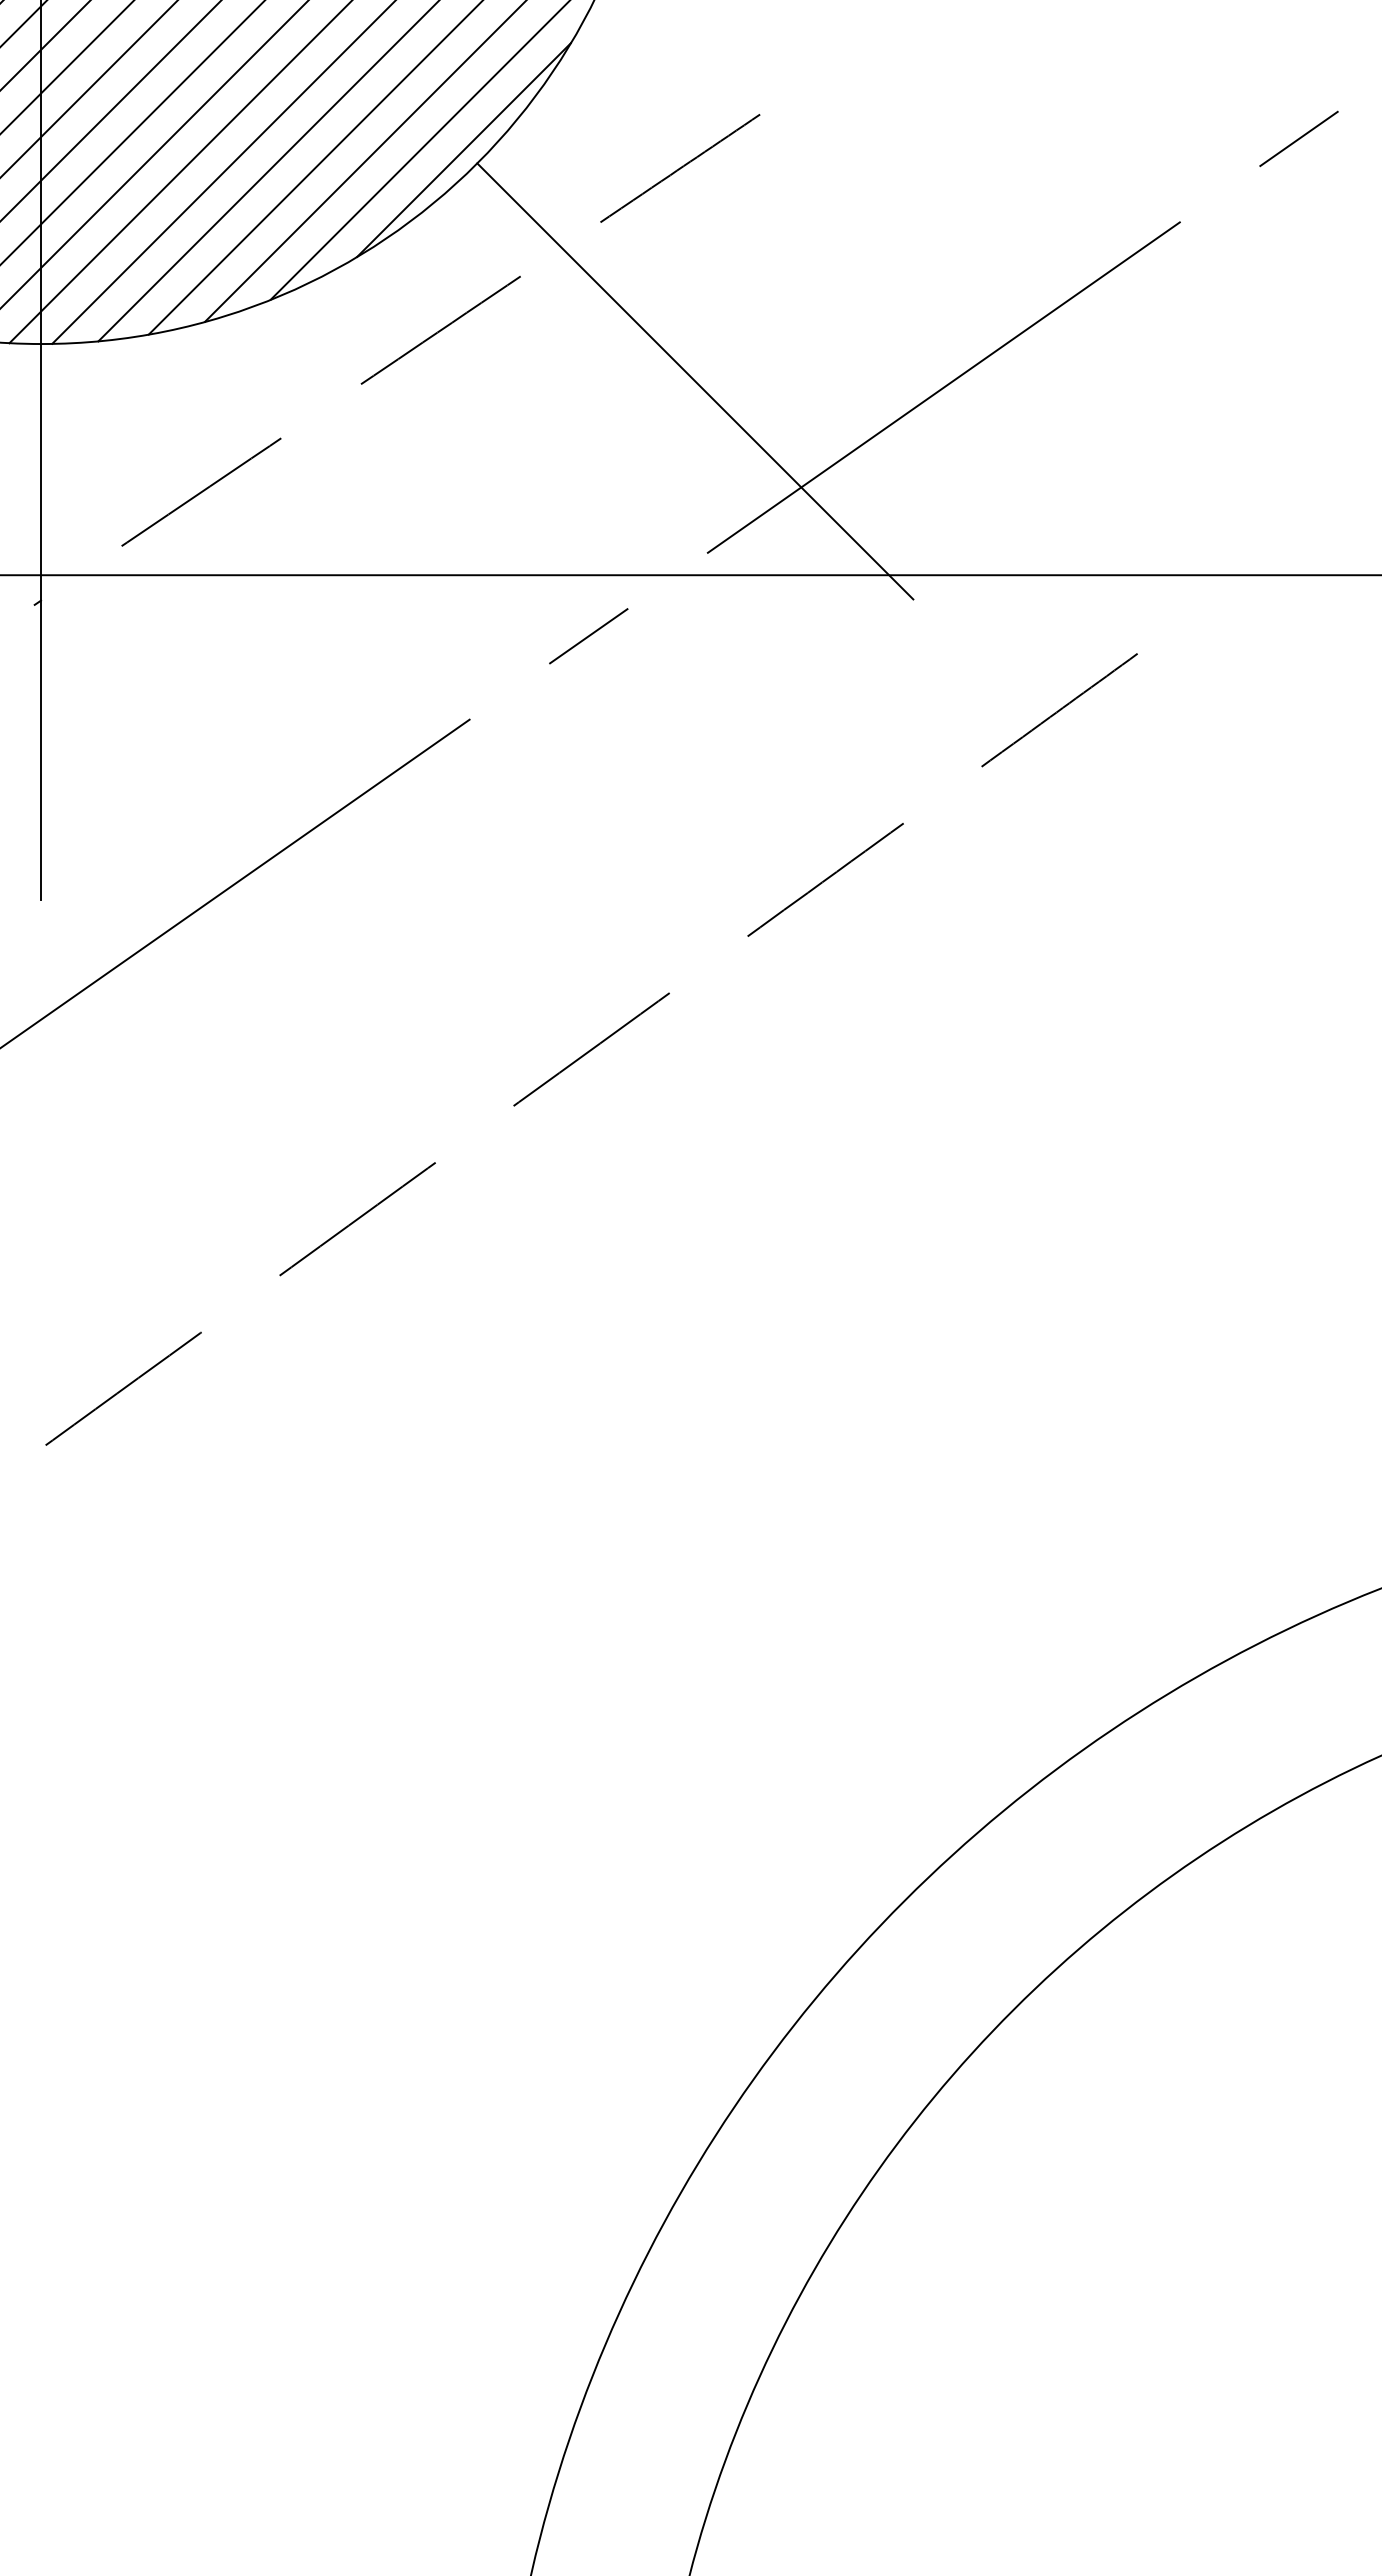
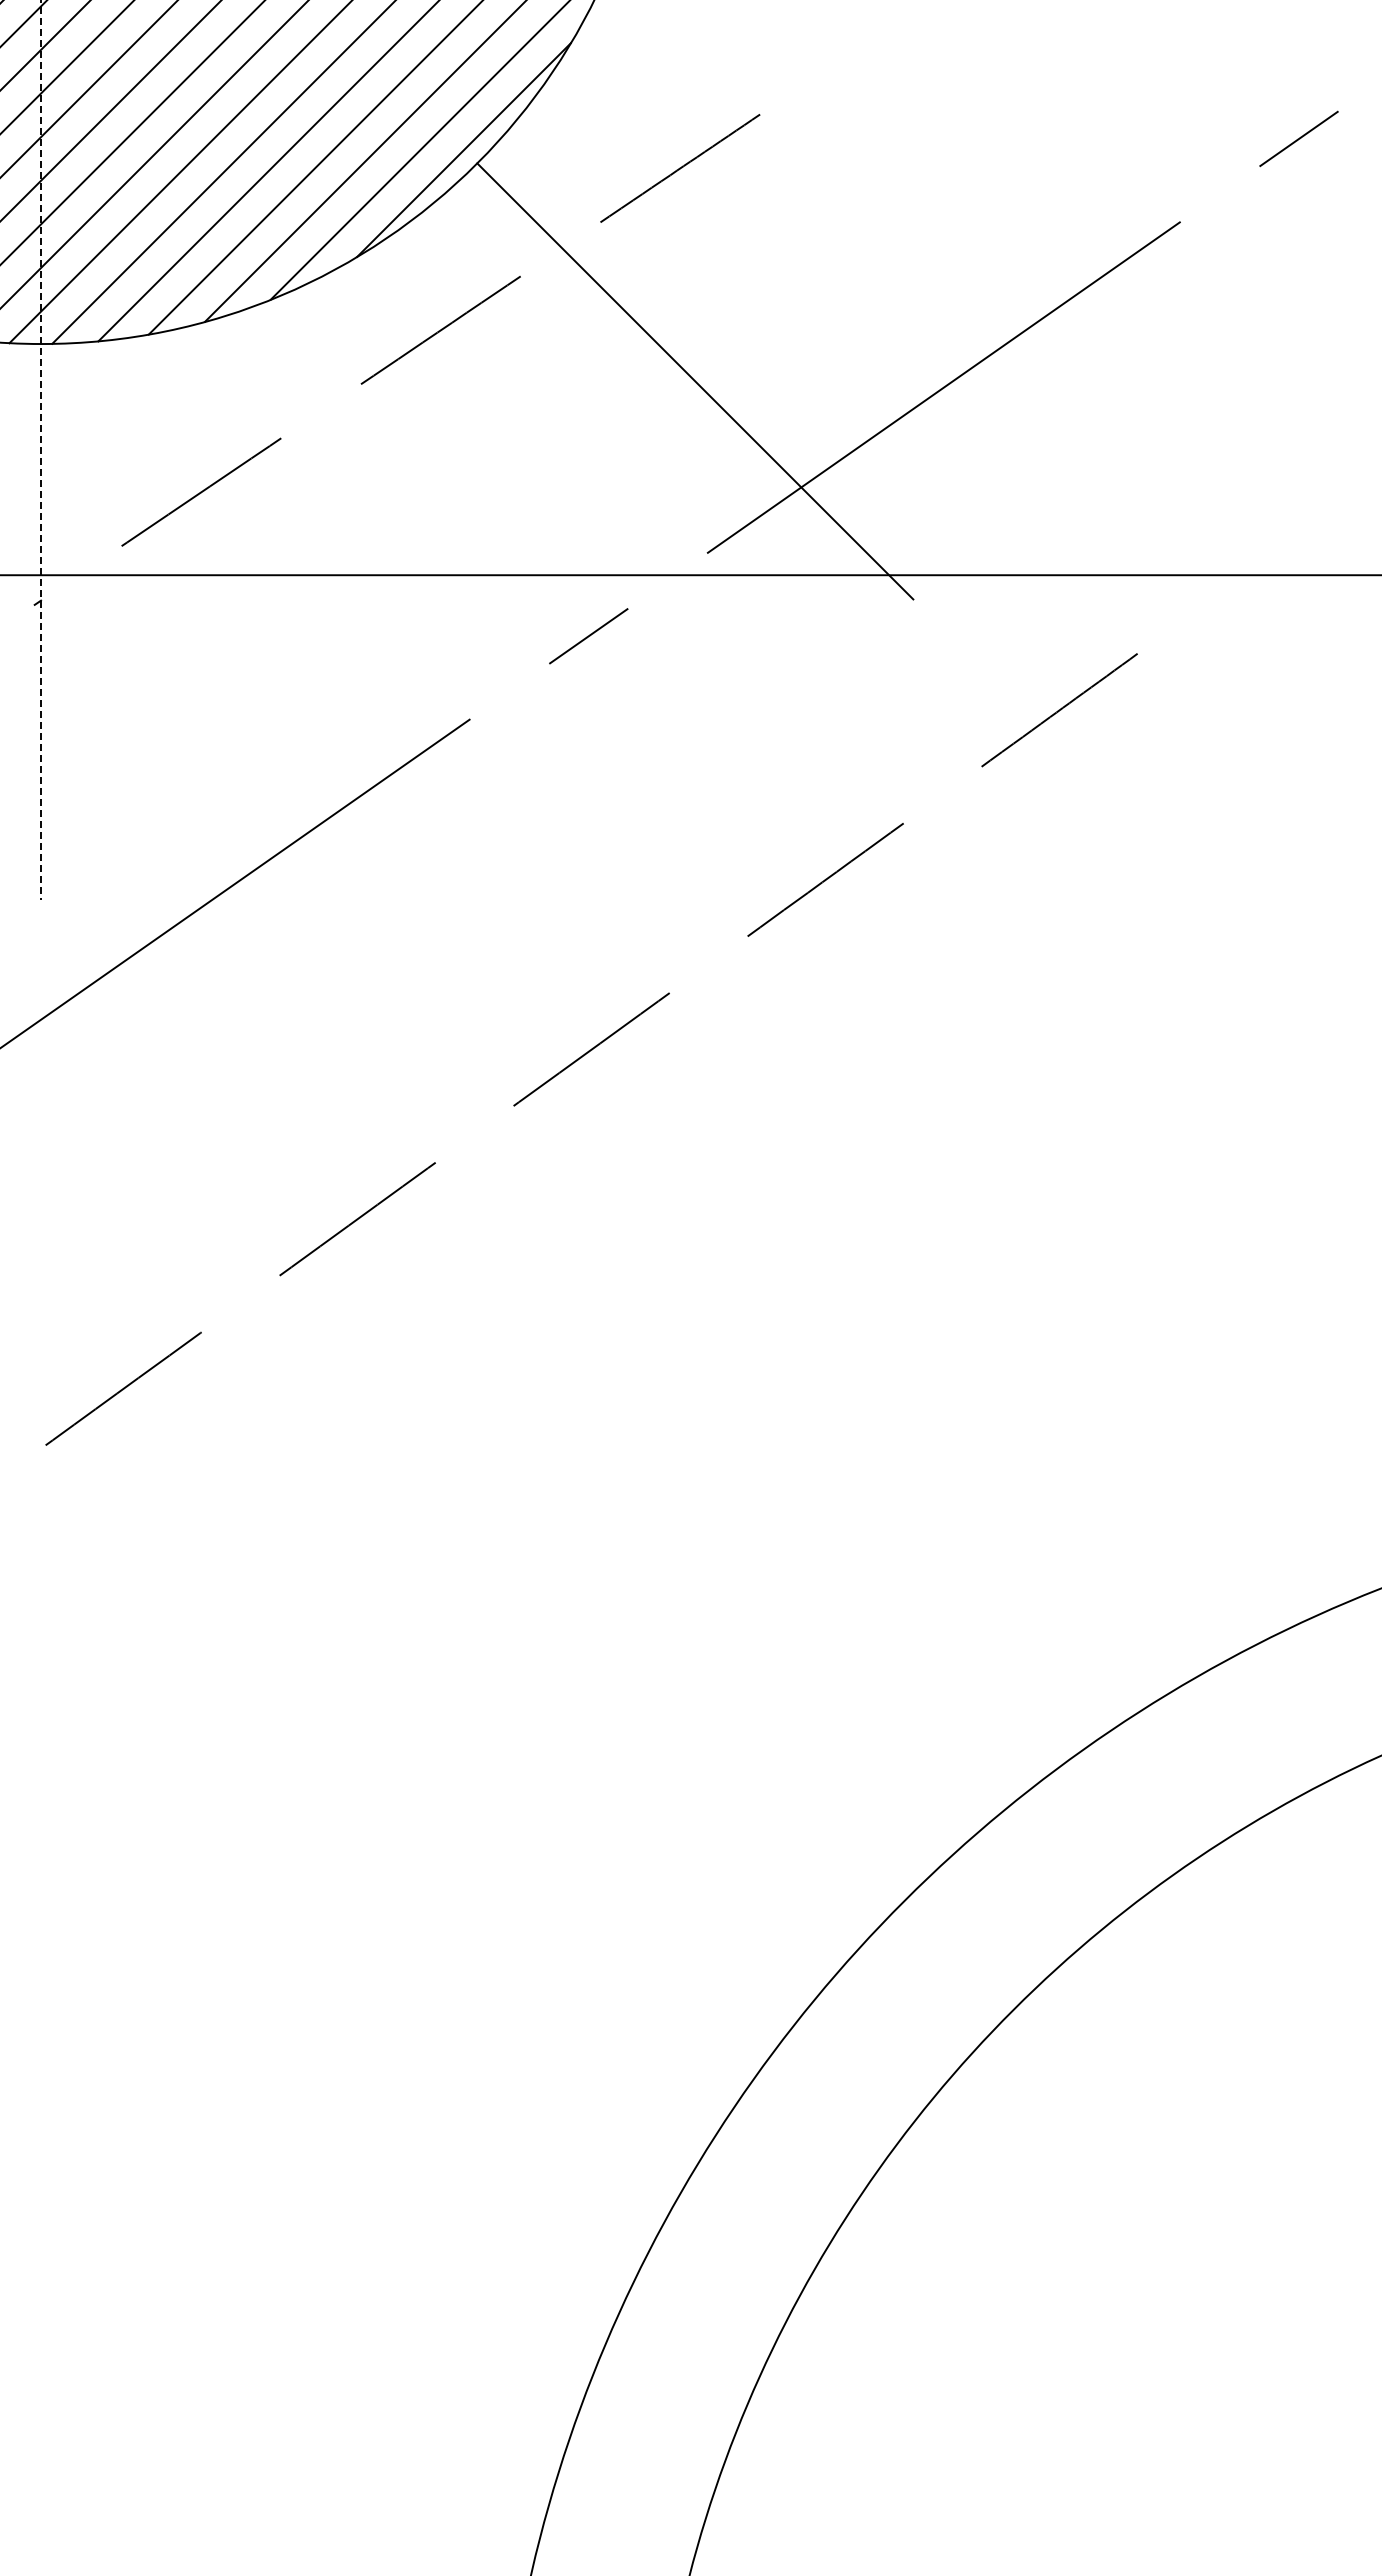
line at (41, 450): solid -> dashed
